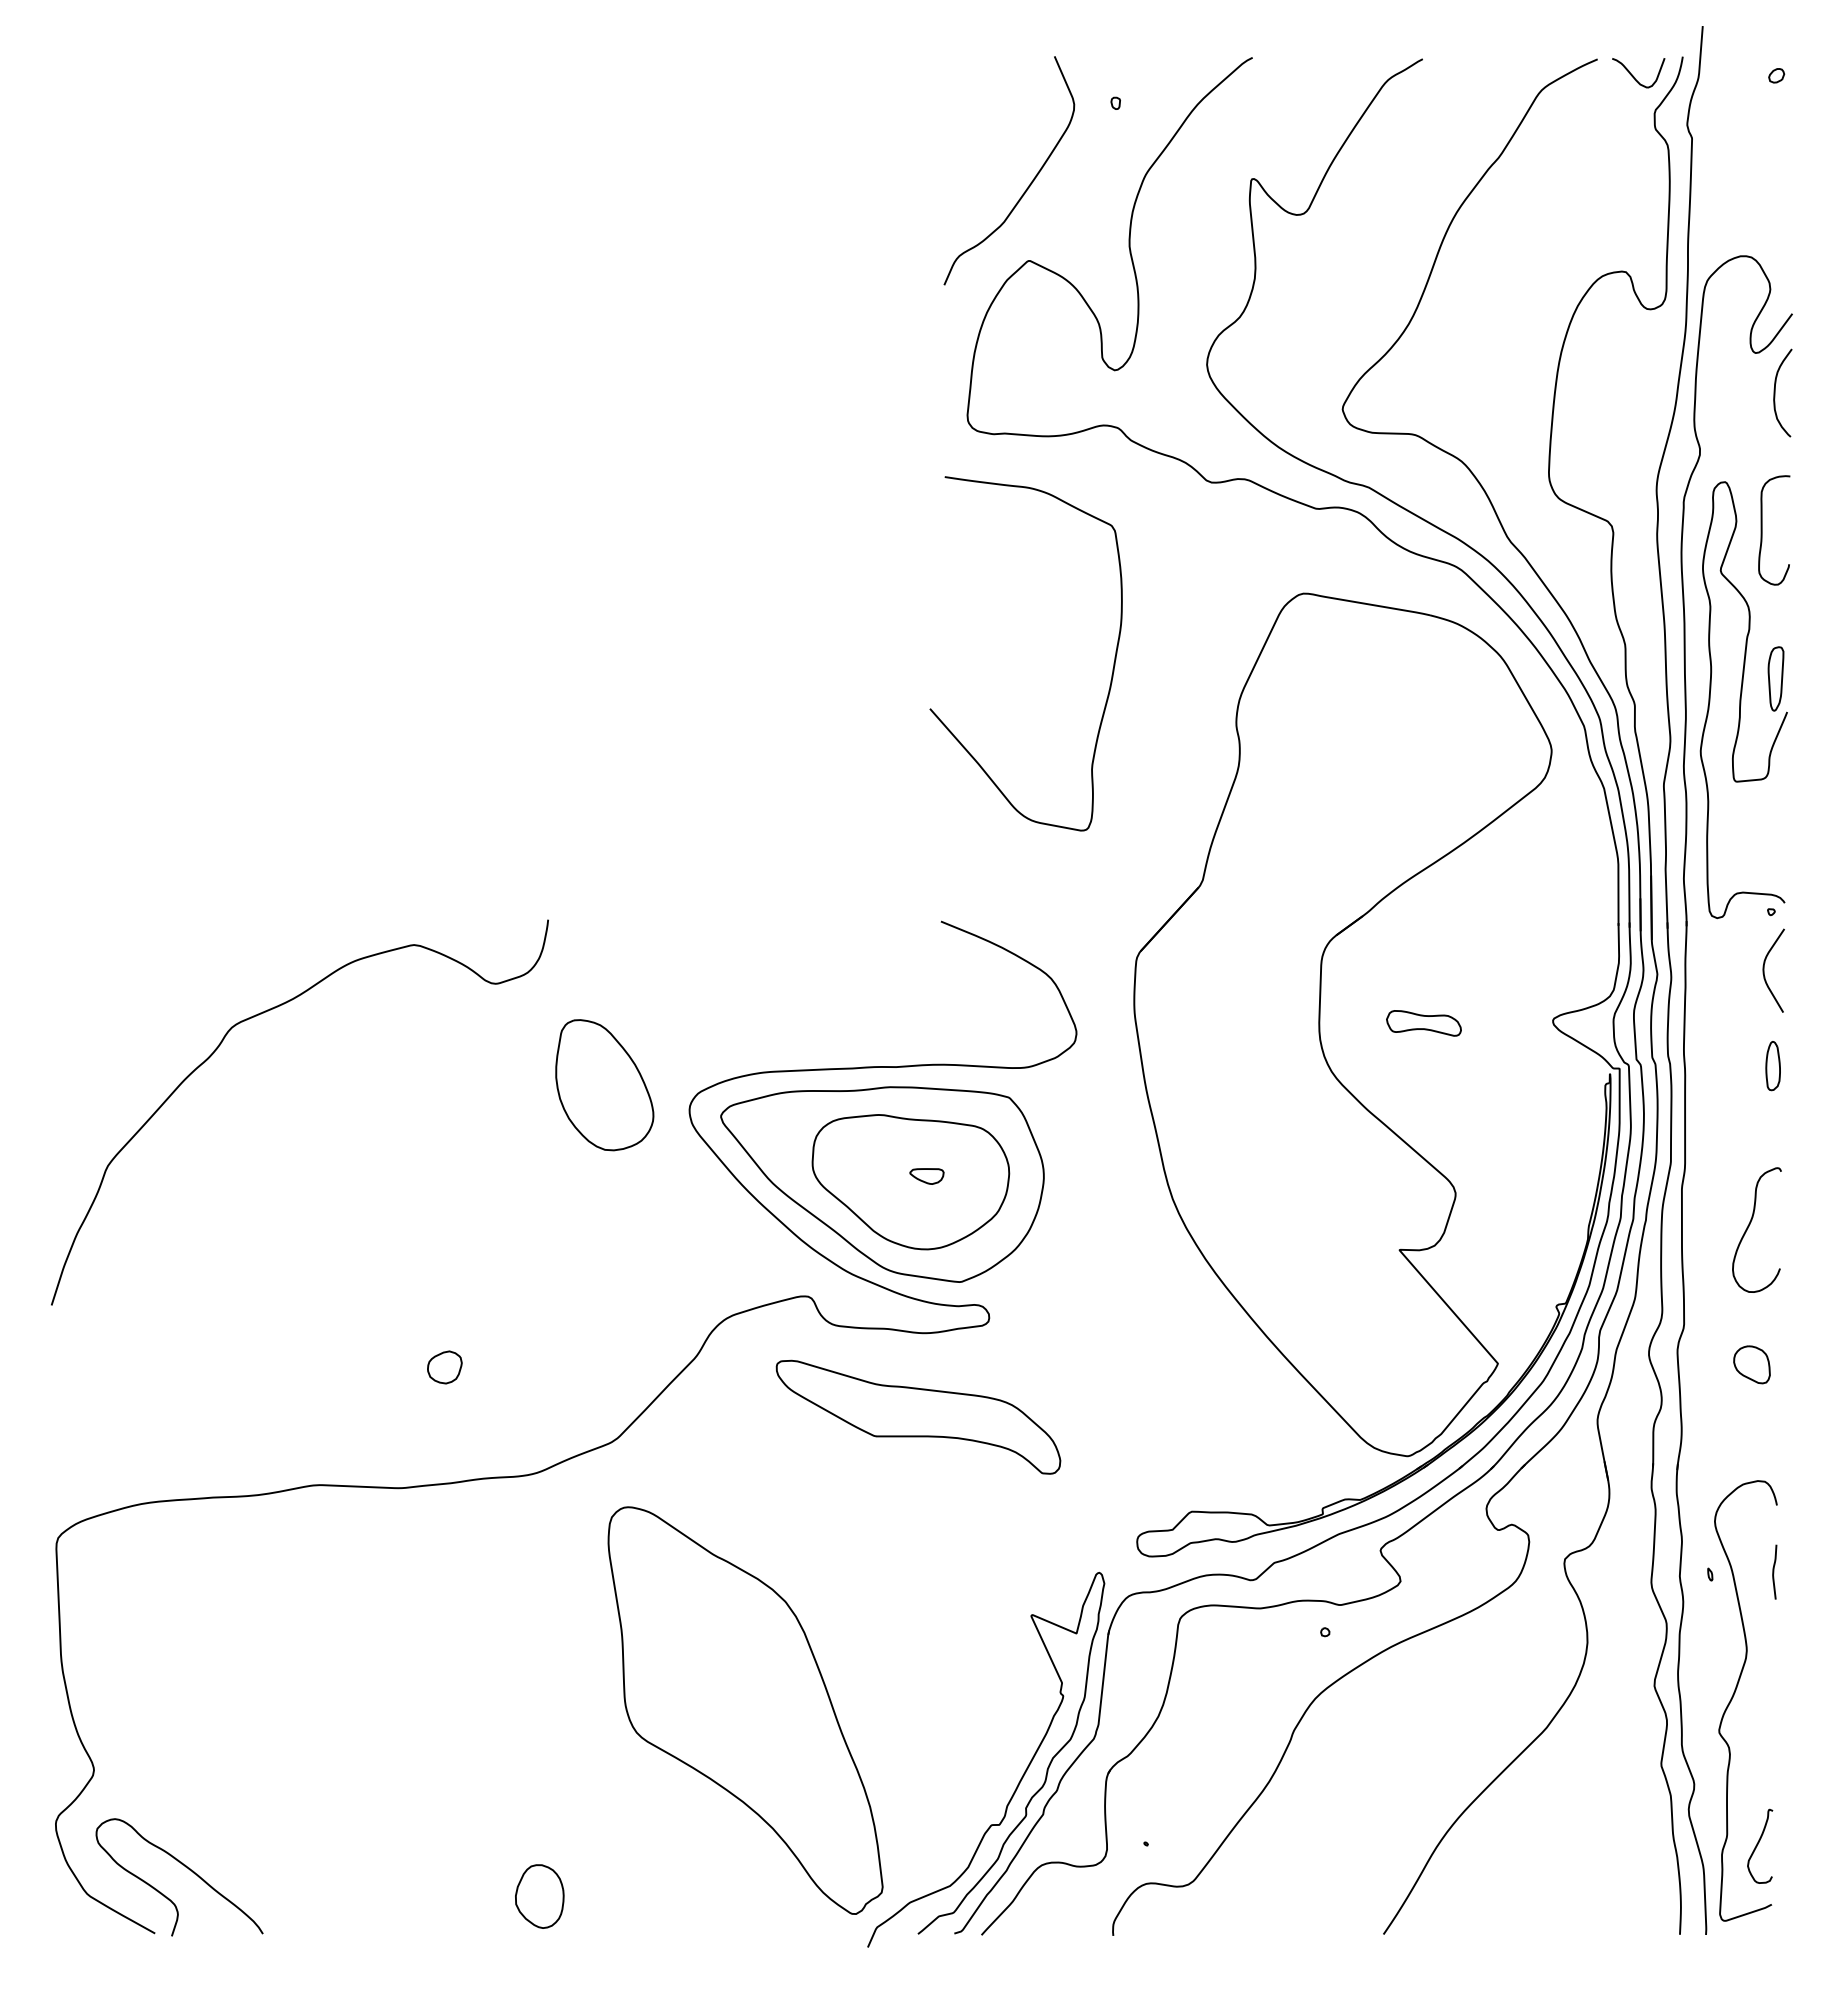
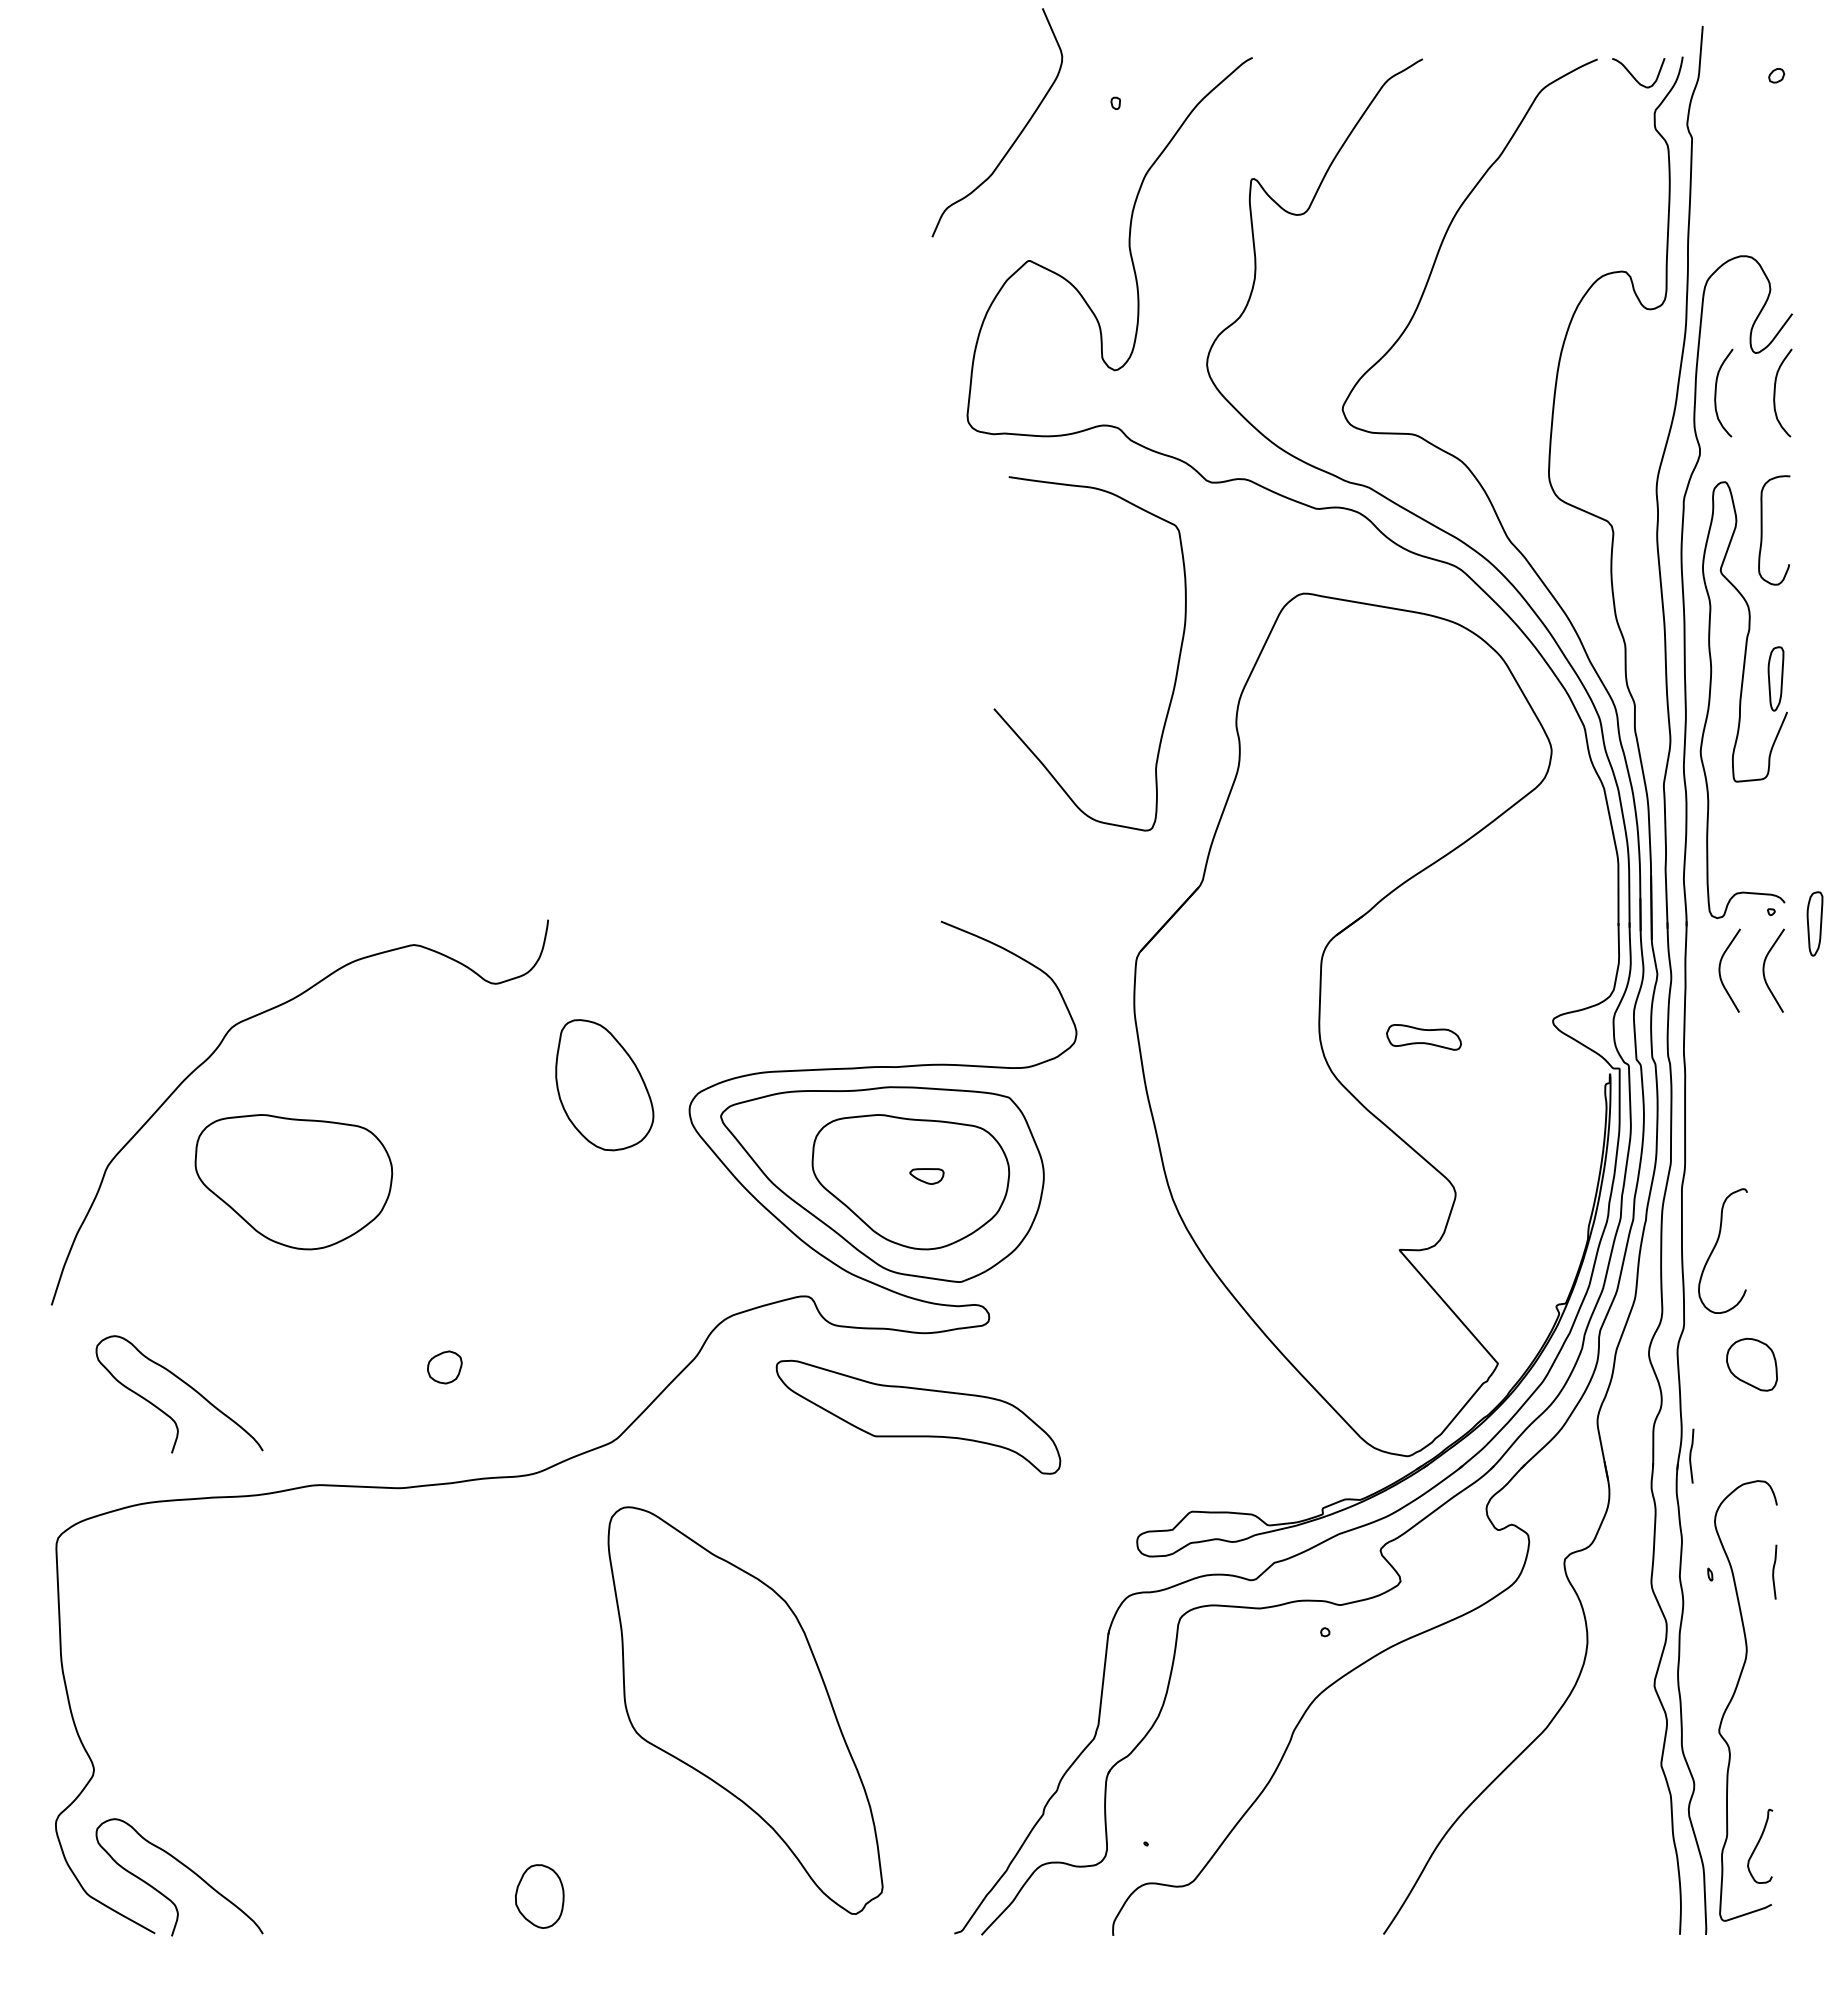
curve at (1030, 182) position: (1030, 182) -> (1018, 134)
curve at (1716, 392): none -> present
curve at (1112, 668) position: (1112, 668) -> (1176, 668)
part at (1814, 923): none -> present
curve at (1720, 970): none -> present
part at (1423, 1023) position: (1423, 1023) -> (1423, 1037)
part at (1772, 1066): present -> none
part at (293, 1182): none -> present
curve at (1749, 1226) position: (1749, 1226) -> (1715, 1247)
part at (1751, 1364) size: 38x40 px -> 52x55 px
curve at (185, 1384): none -> present
curve at (1691, 1455): none -> present
curve at (1020, 1778): present -> none
